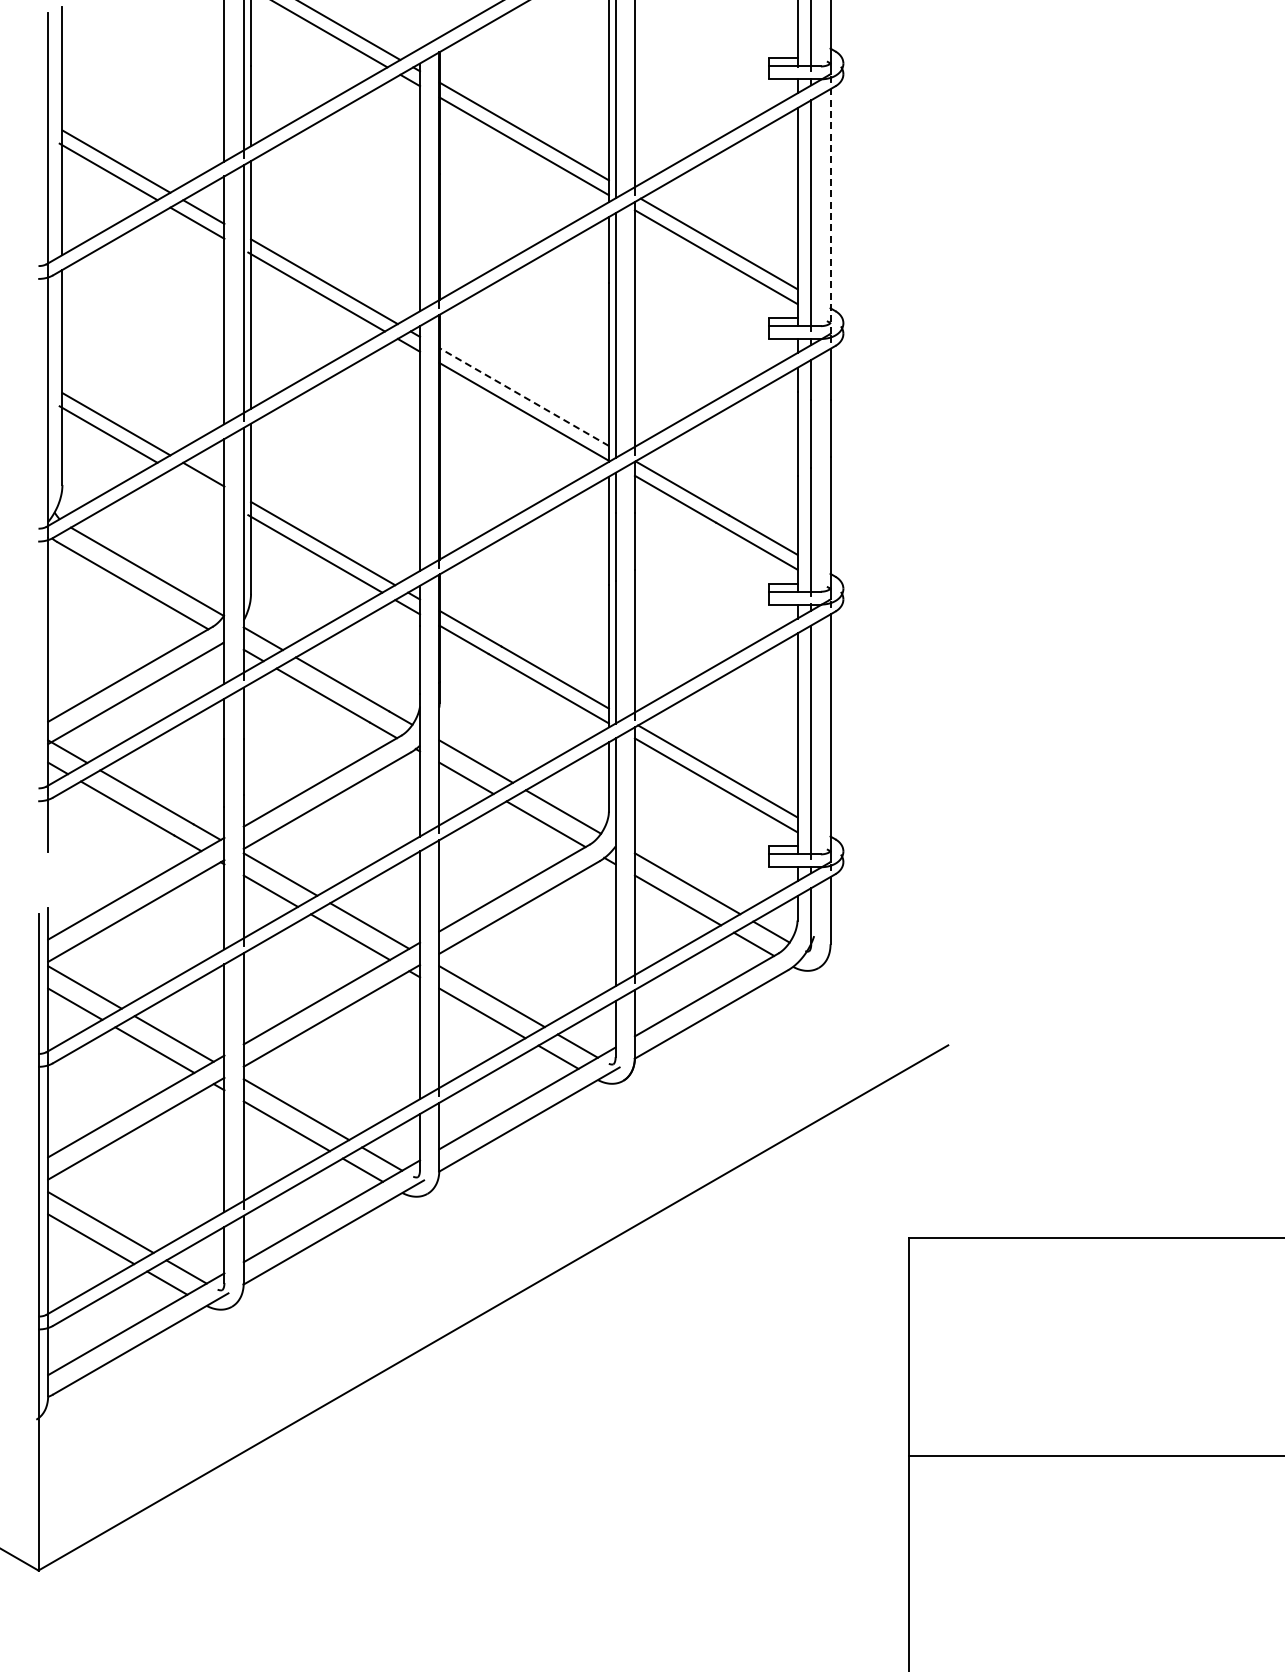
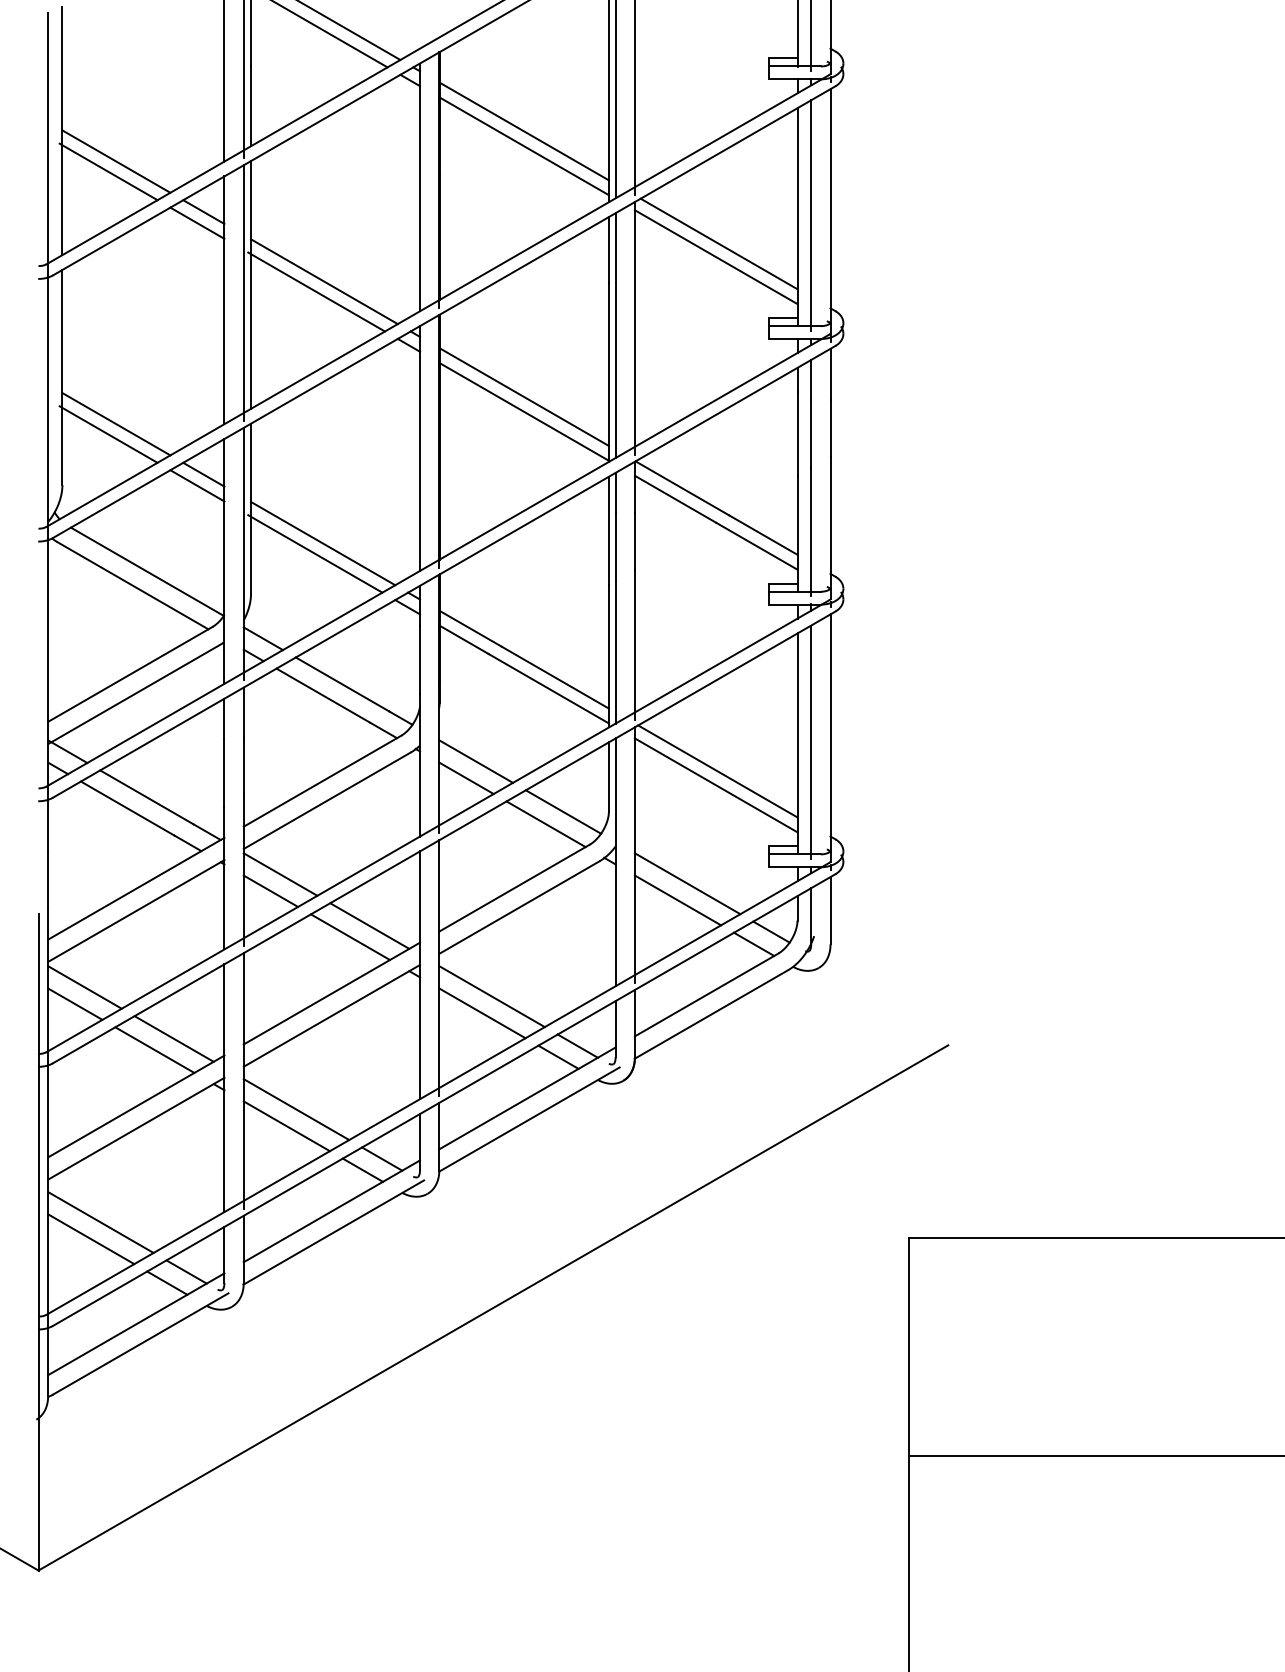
line at (830, 210): dashed -> solid
line at (524, 397): dashed -> solid
line at (197, 485): none -> present
line at (48, 879): none -> present
